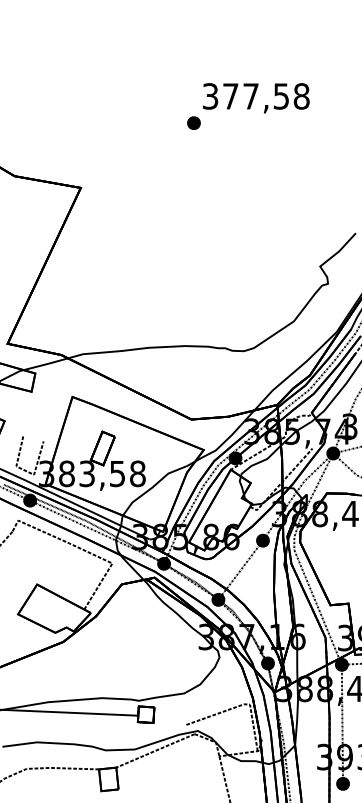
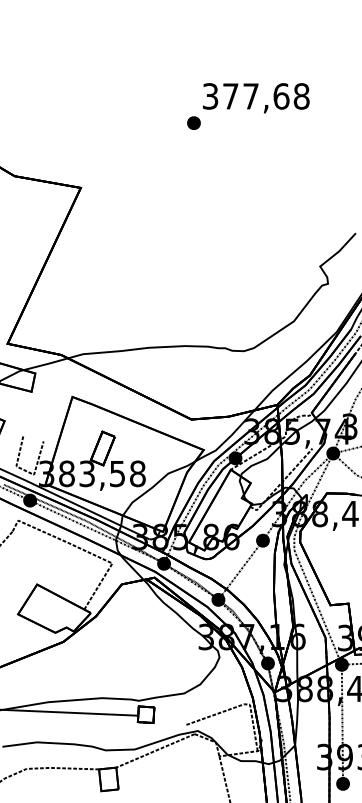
text at (281, 96): 377,58 -> 377,68
